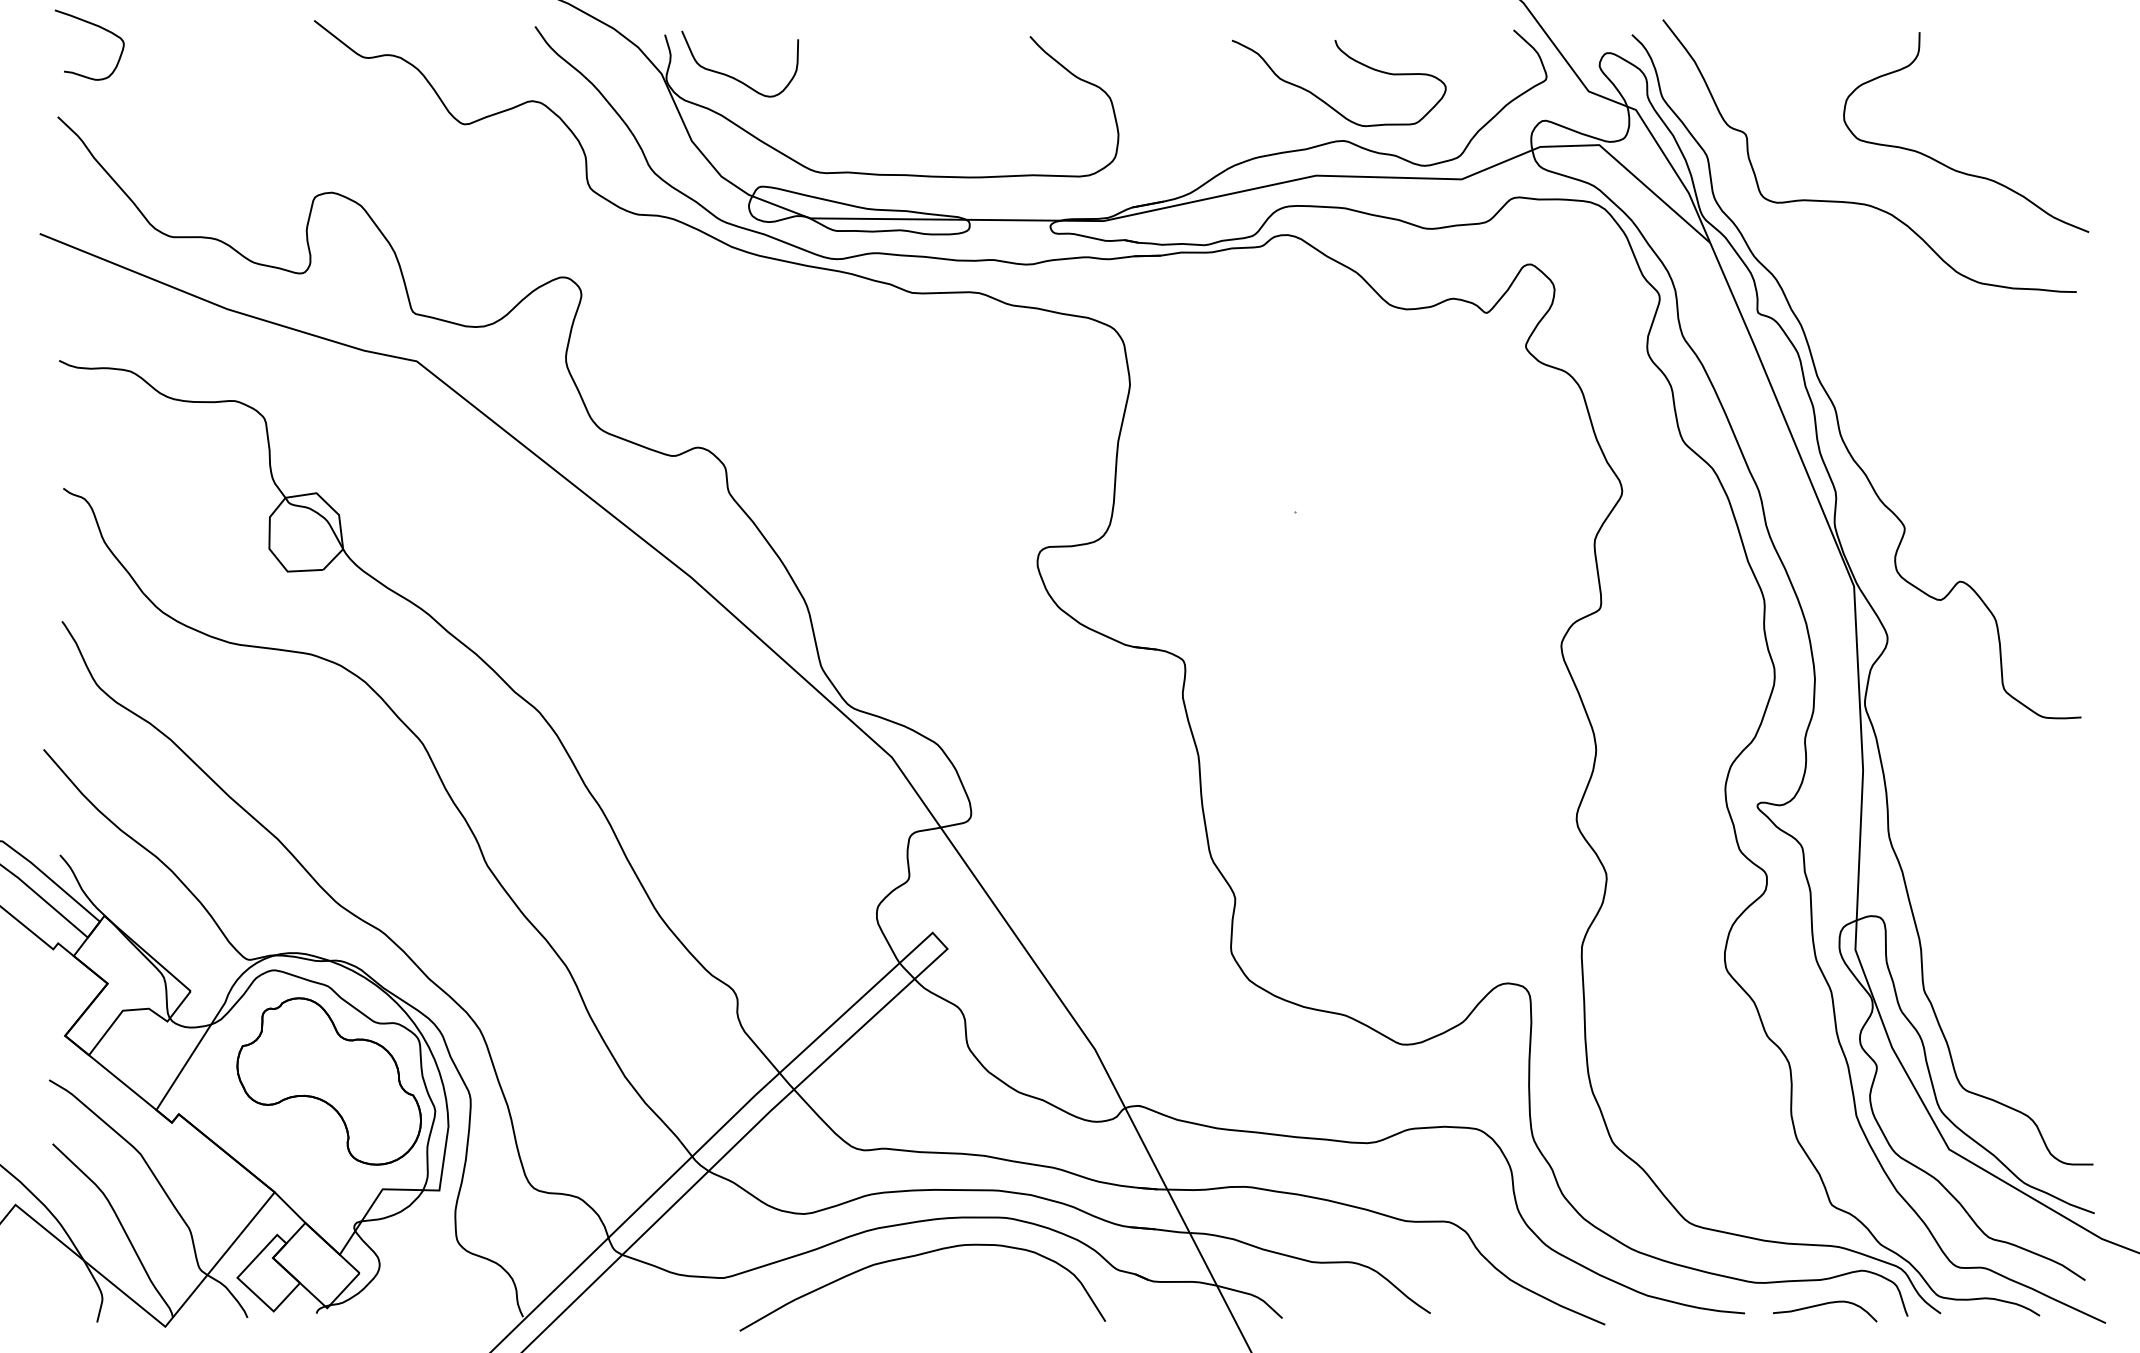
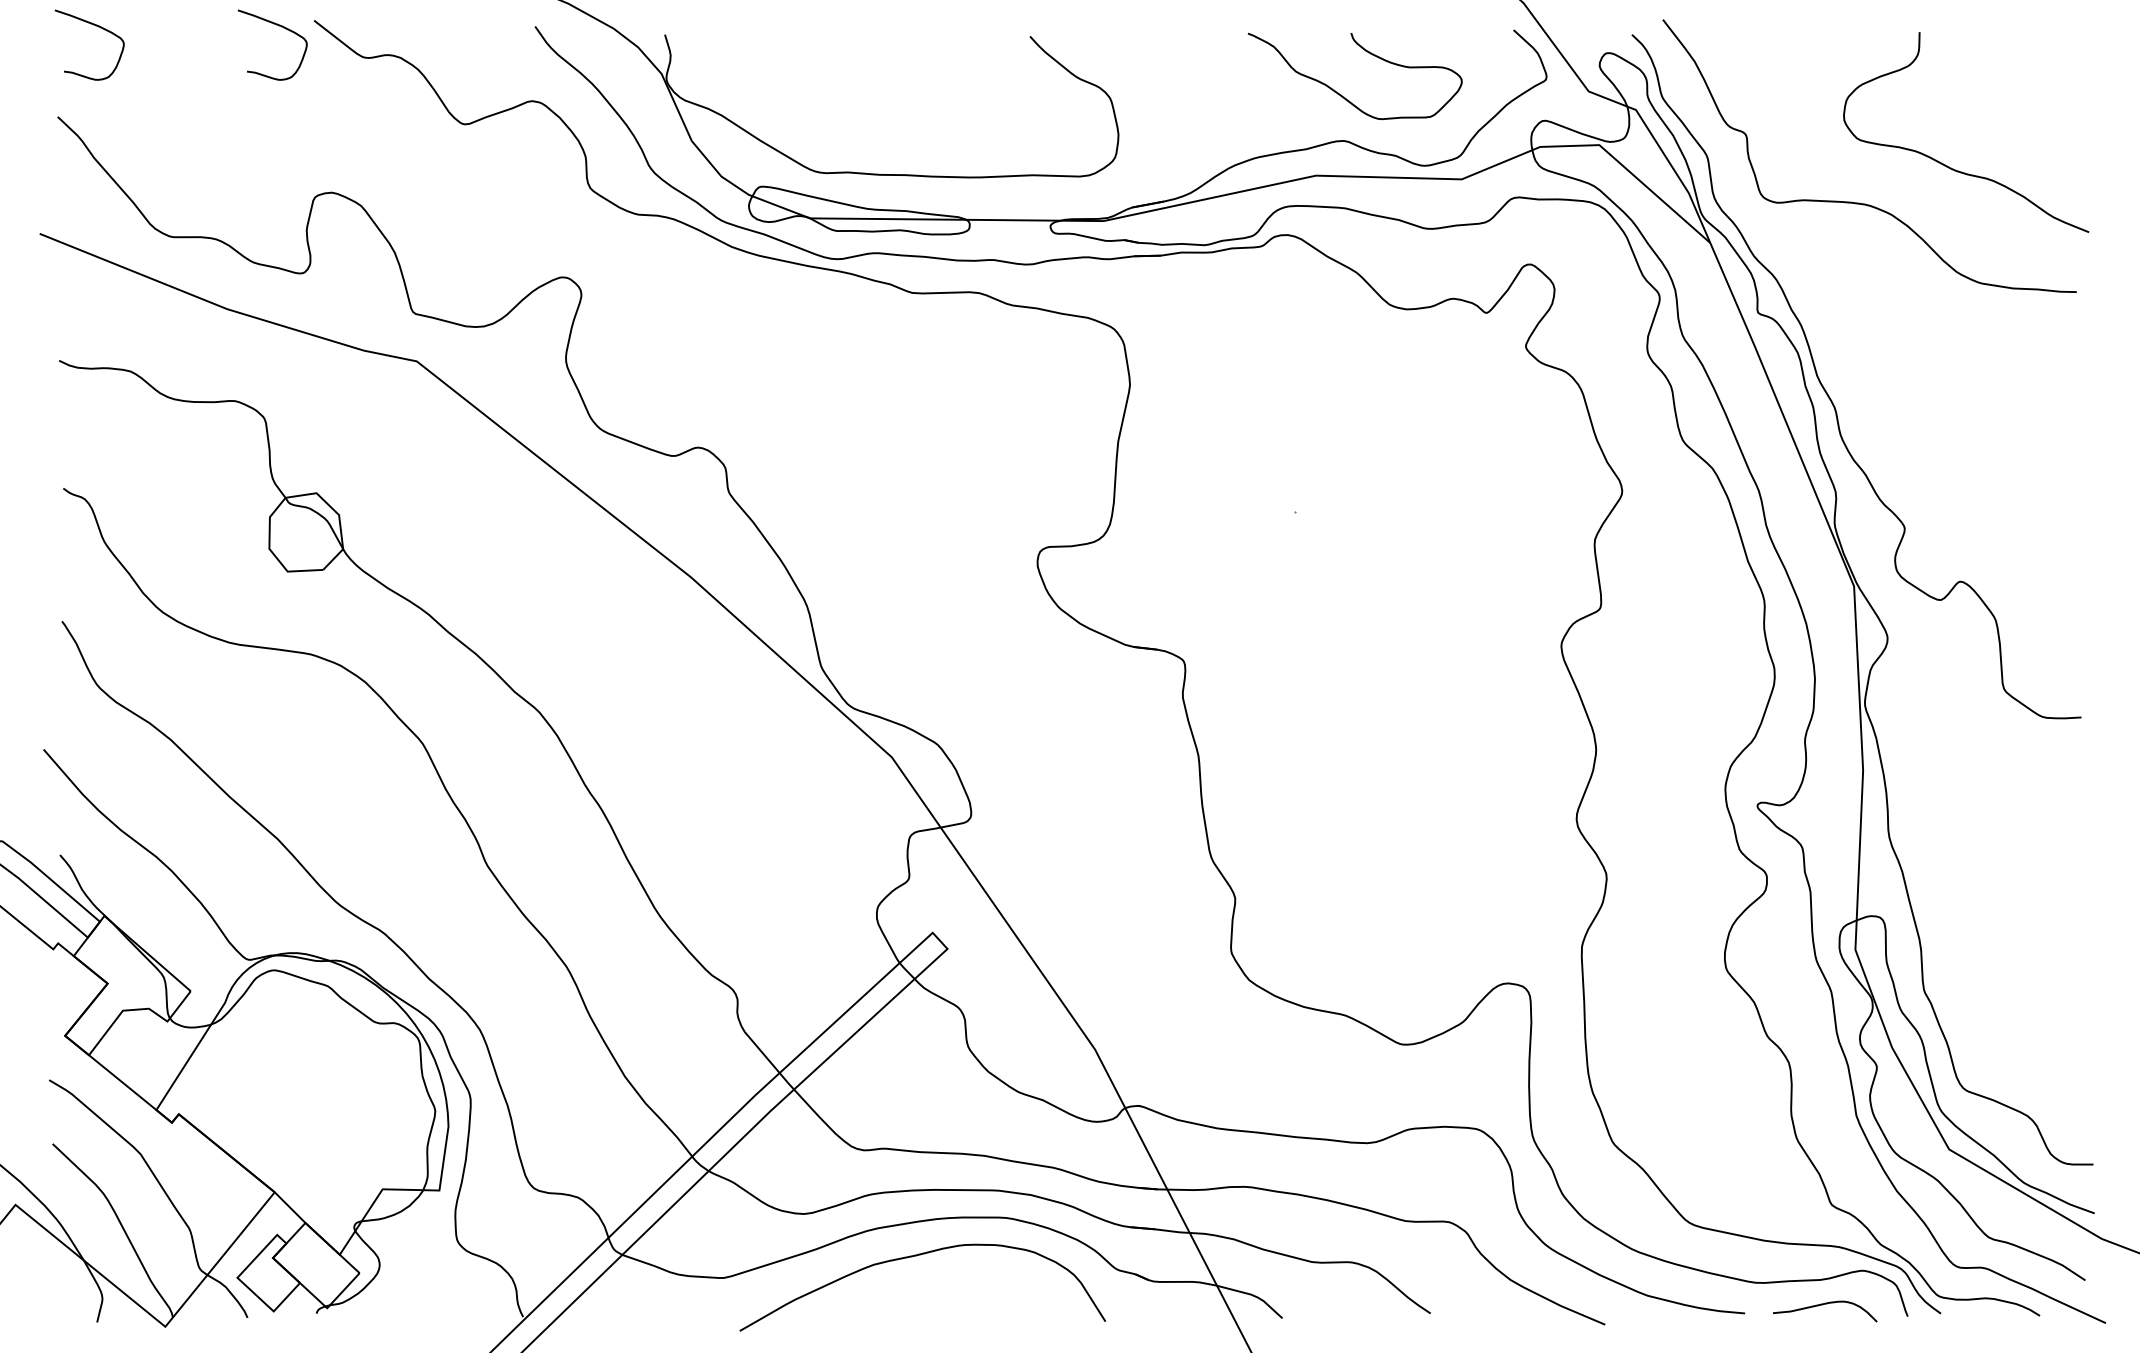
curve at (281, 27): none -> present
curve at (734, 77): present -> none
curve at (1325, 101) position: (1325, 101) -> (1341, 94)
part at (328, 1081): present -> none
